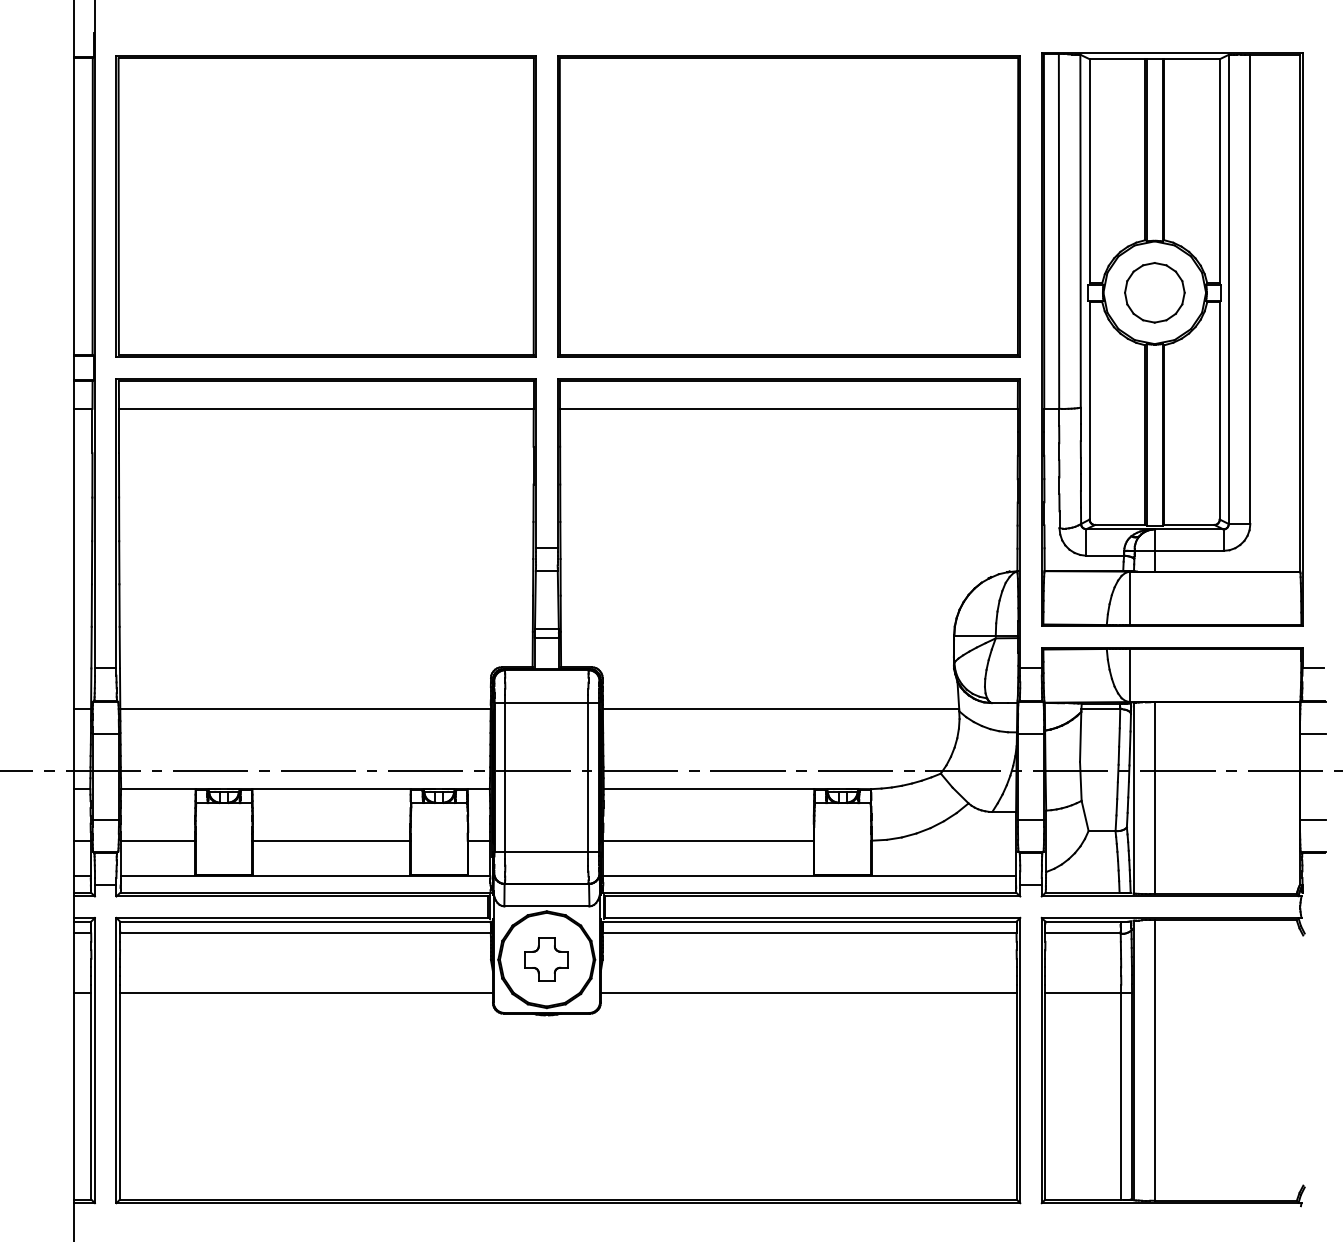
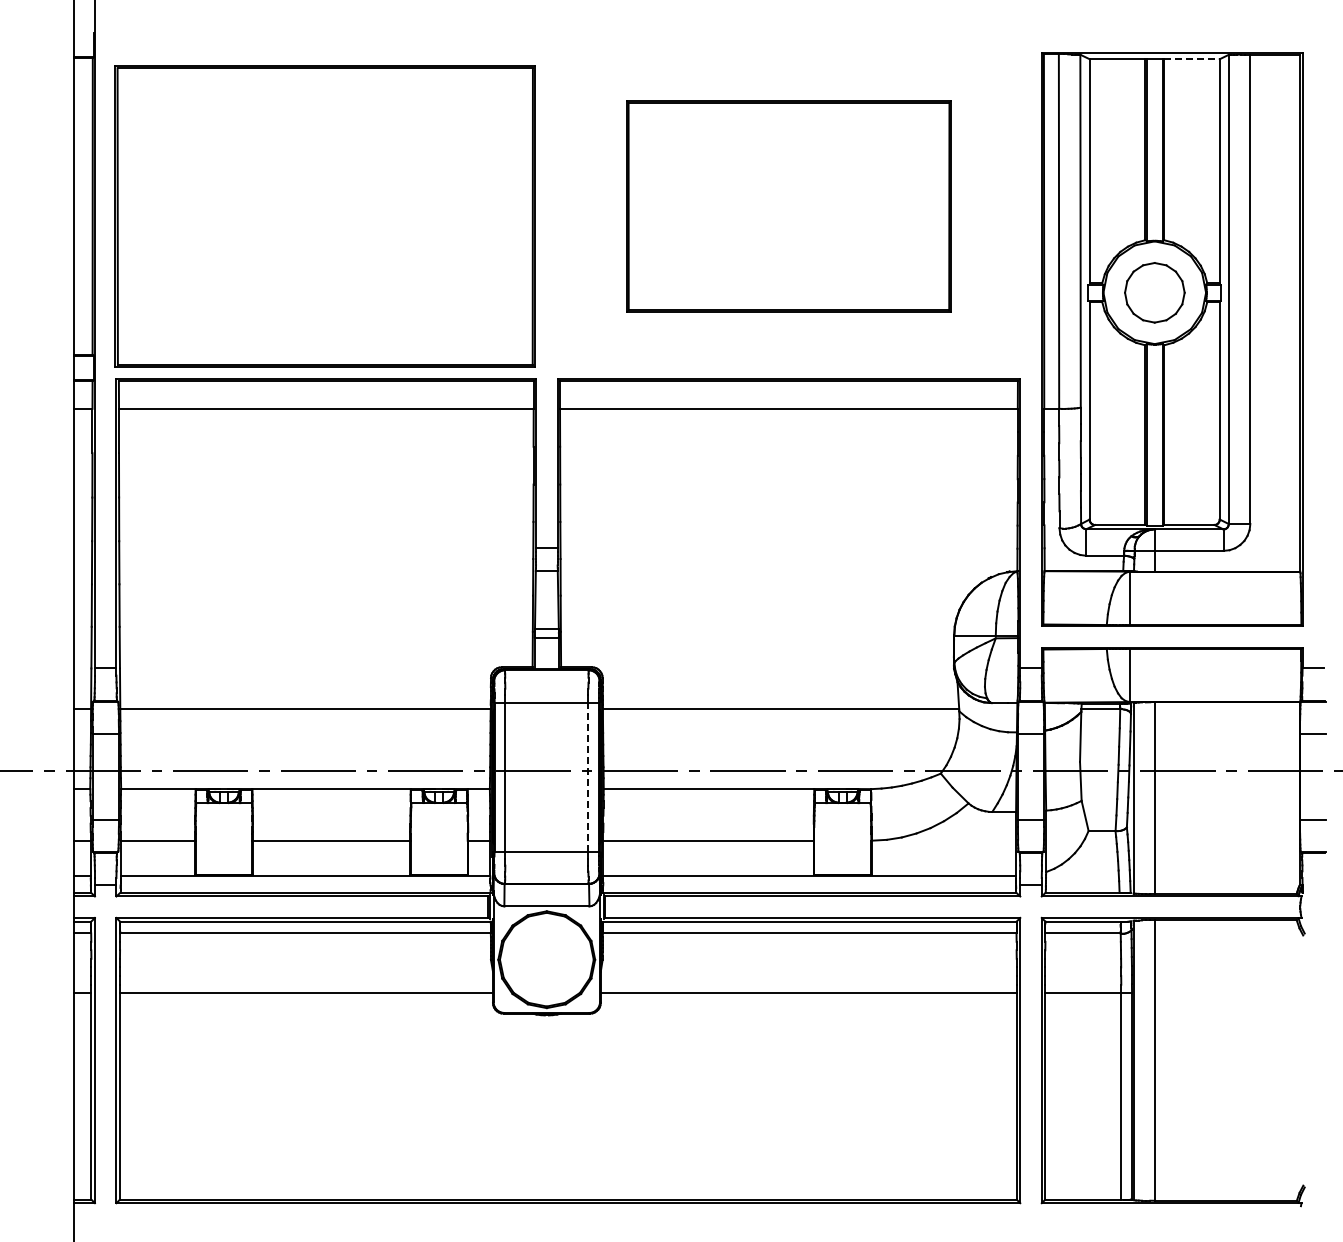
line at (1191, 59): solid -> dashed
part at (325, 206) position: (325, 206) -> (324, 216)
part at (788, 206) size: 464x303 px -> 326x213 px
line at (588, 776): solid -> dashed
part at (546, 959): present -> none
